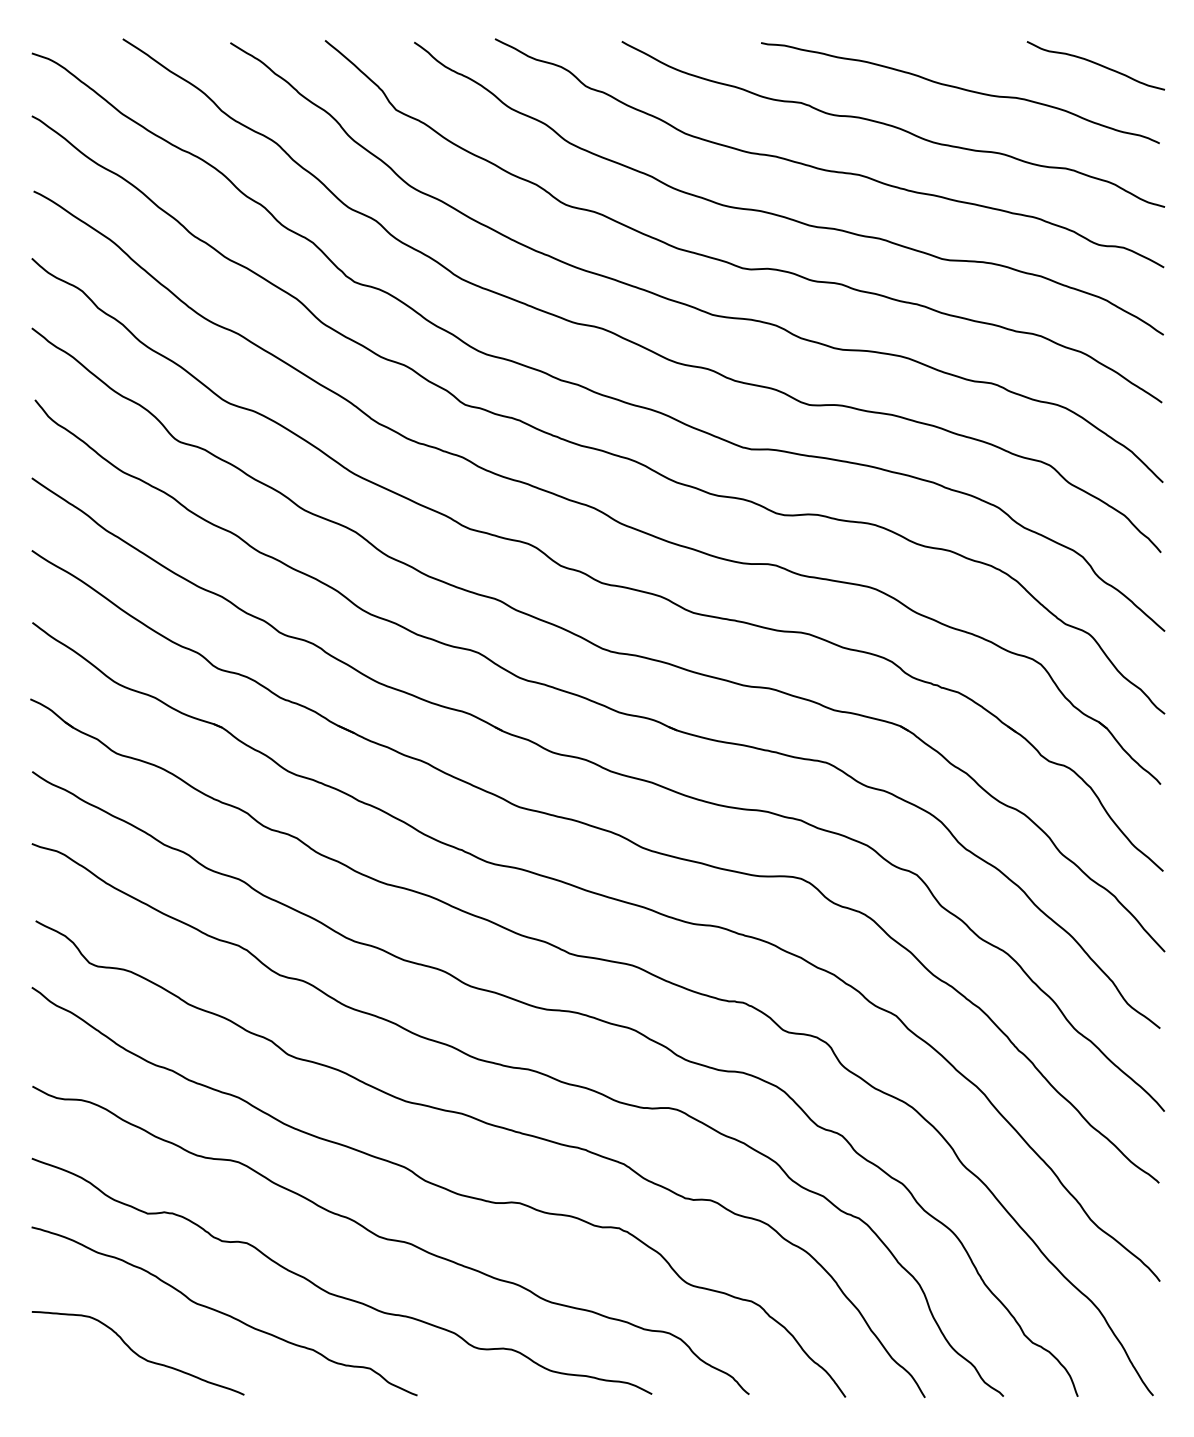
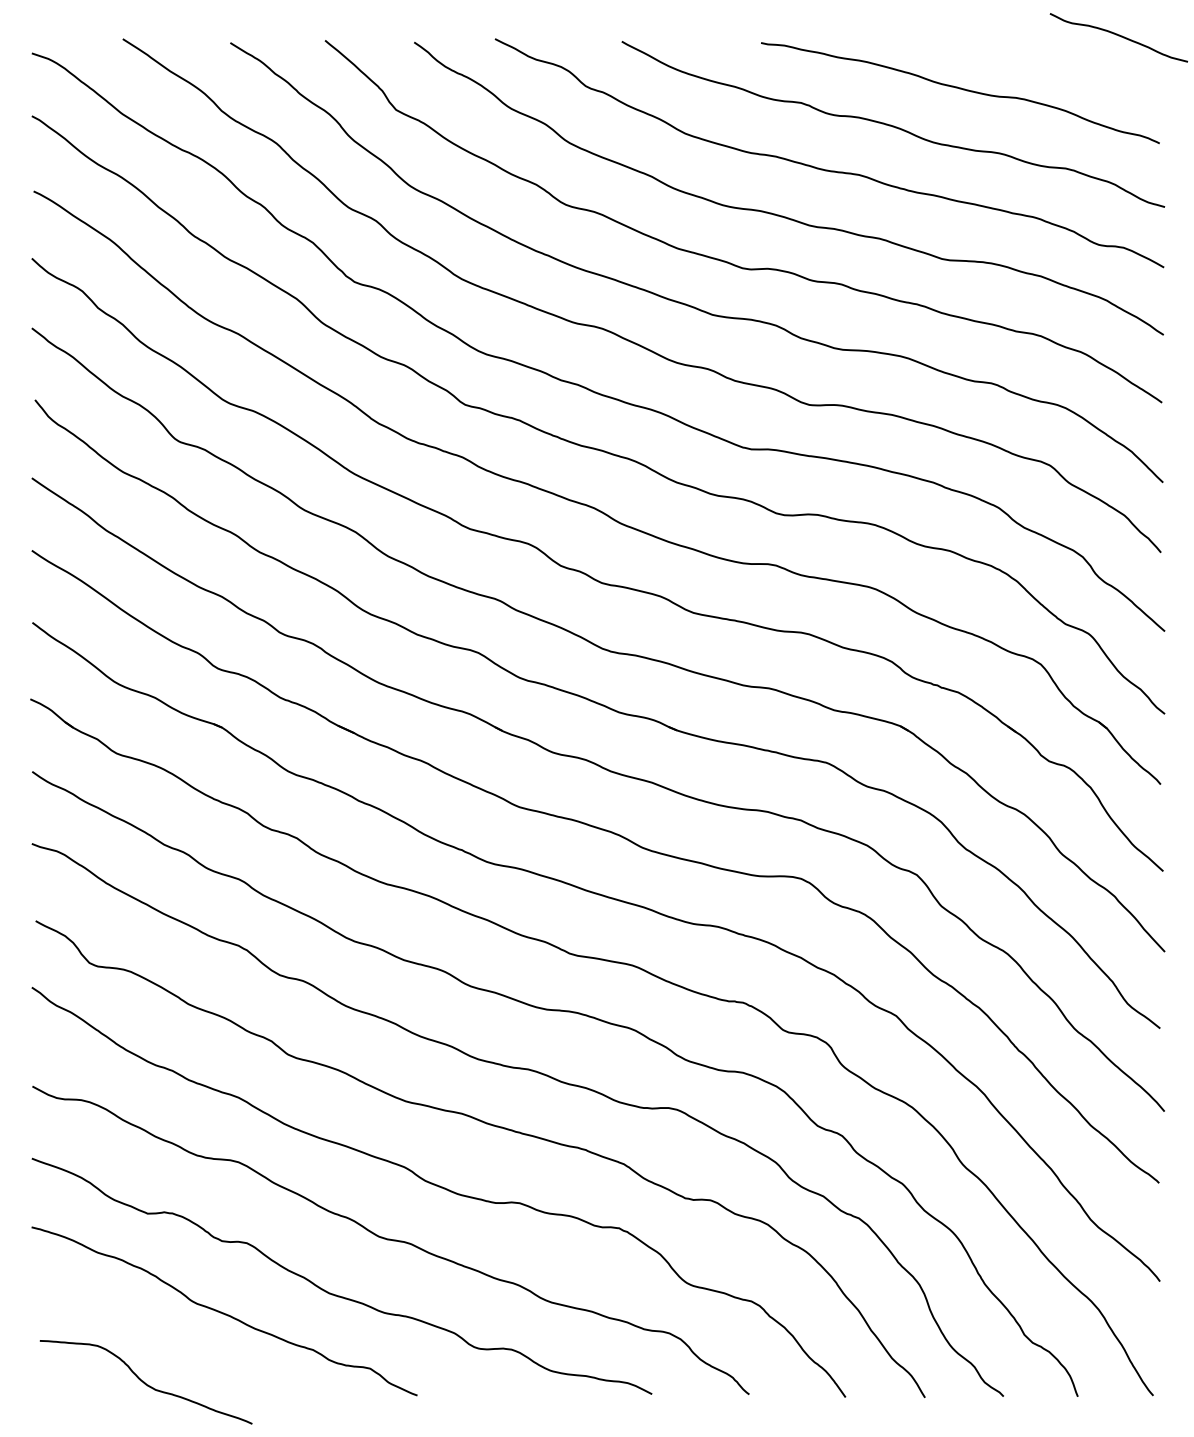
curve at (1095, 64) position: (1095, 64) -> (1118, 36)
curve at (137, 1353) position: (137, 1353) -> (145, 1382)
